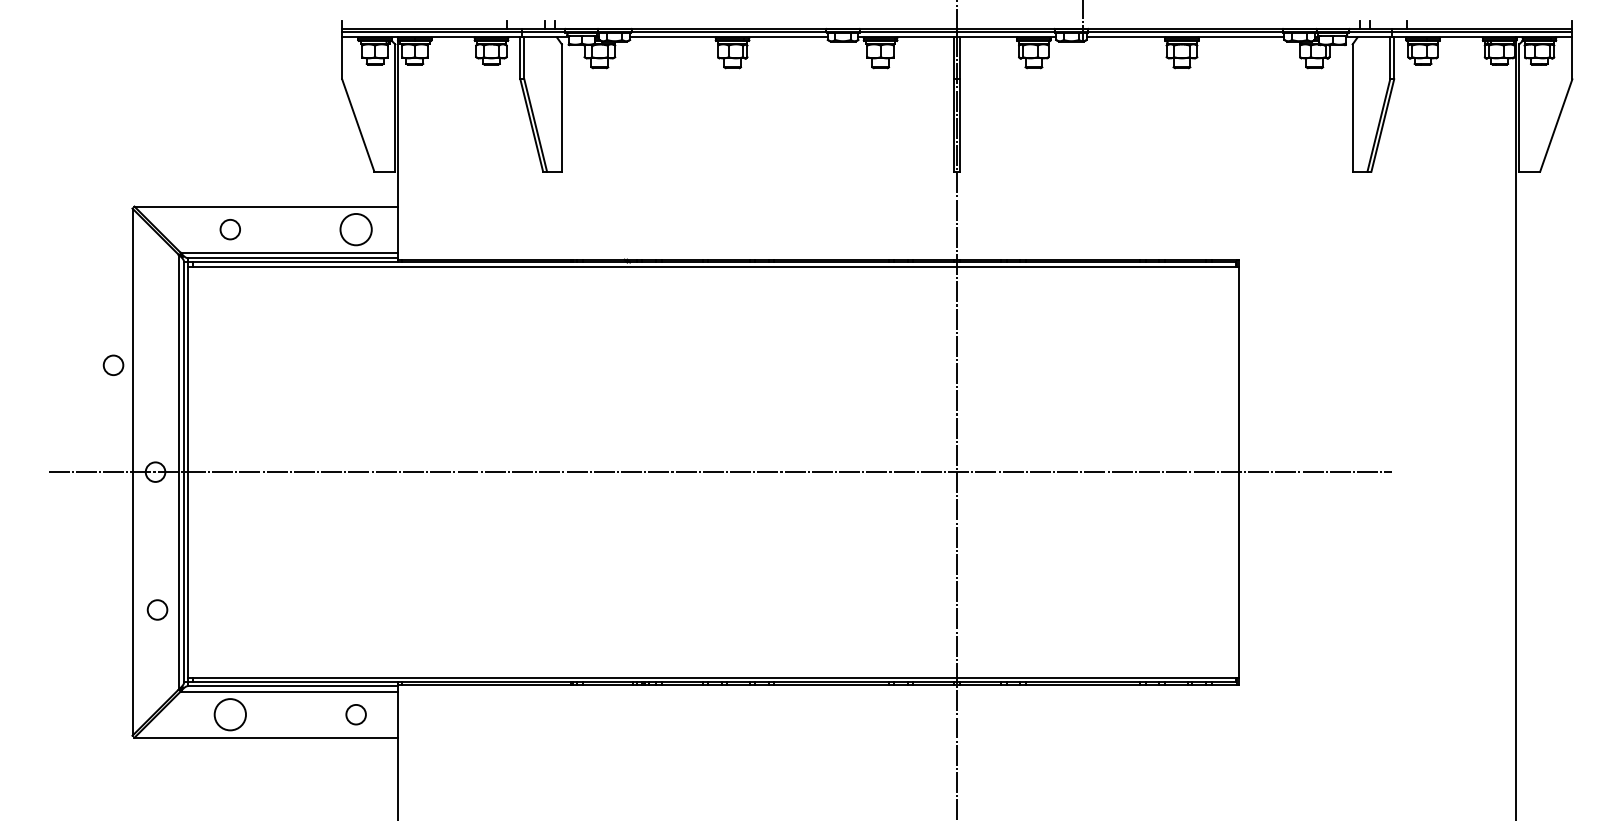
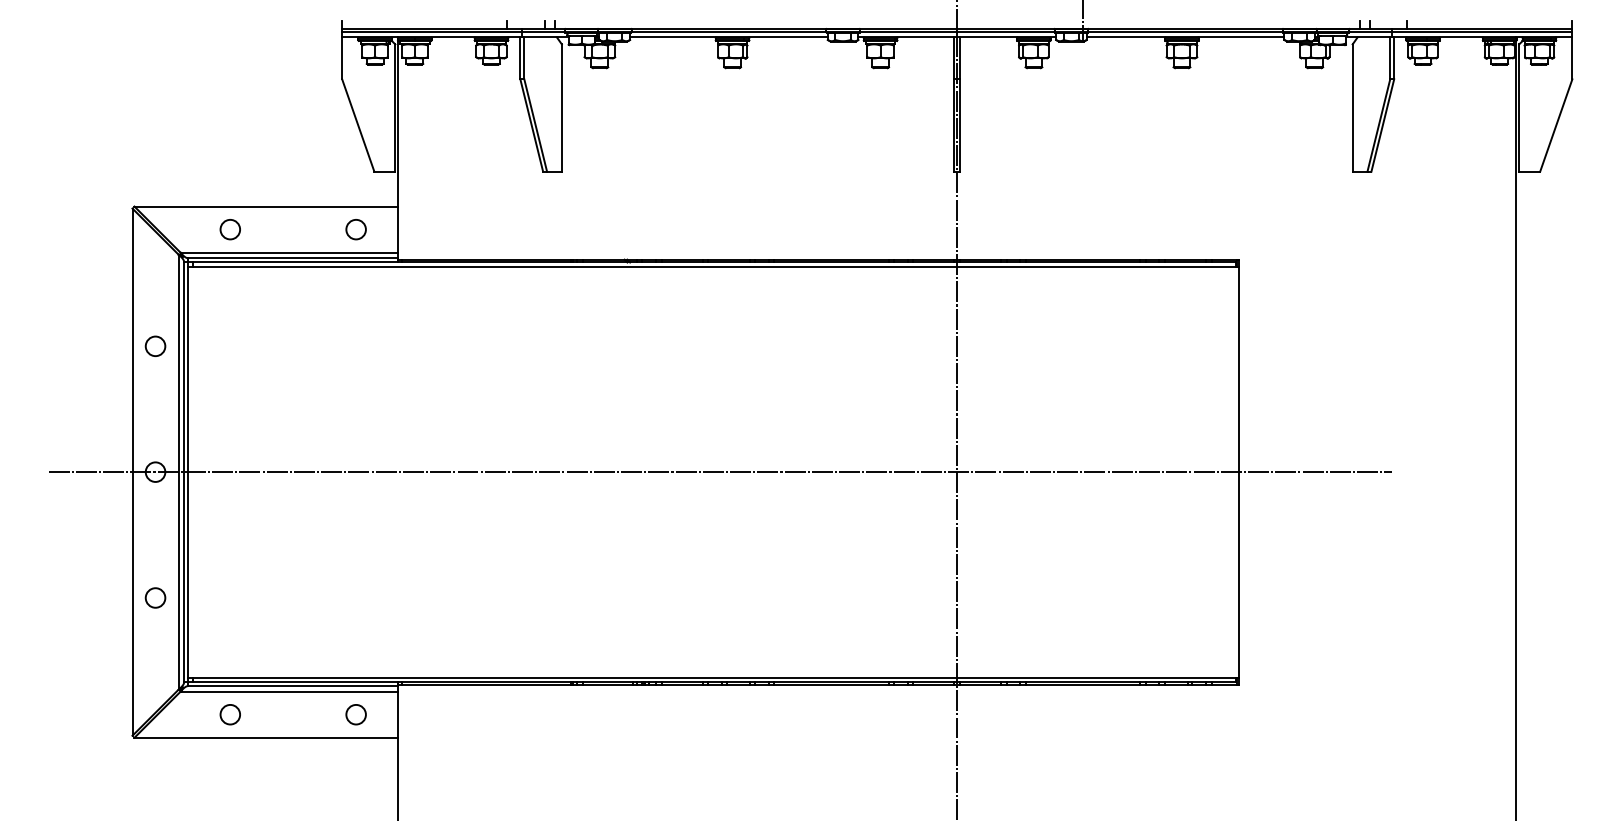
circle at (355, 229) diameter: 31 px -> 20 px
circle at (113, 364) position: (113, 364) -> (155, 345)
circle at (157, 609) position: (157, 609) -> (155, 597)
circle at (230, 714) diameter: 31 px -> 20 px
